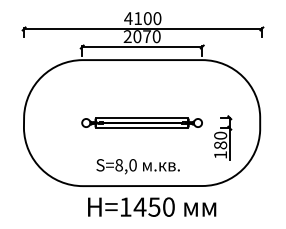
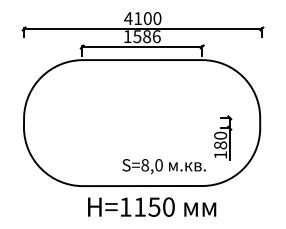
text at (141, 36): 2070 -> 1586
part at (141, 122): present -> none
text at (137, 166) position: (137, 166) -> (163, 166)
text at (139, 206): H=1450 -> H=1150
